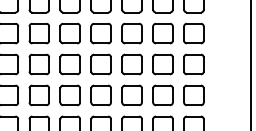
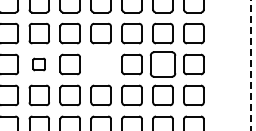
part at (38, 64) size: 22x23 px -> 14x15 px
part at (100, 64): present -> none
part at (162, 64) size: 22x23 px -> 28x27 px
line at (251, 65): solid -> dashed
